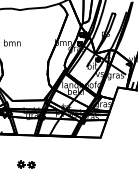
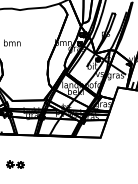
part at (26, 164) position: (26, 164) -> (15, 164)
